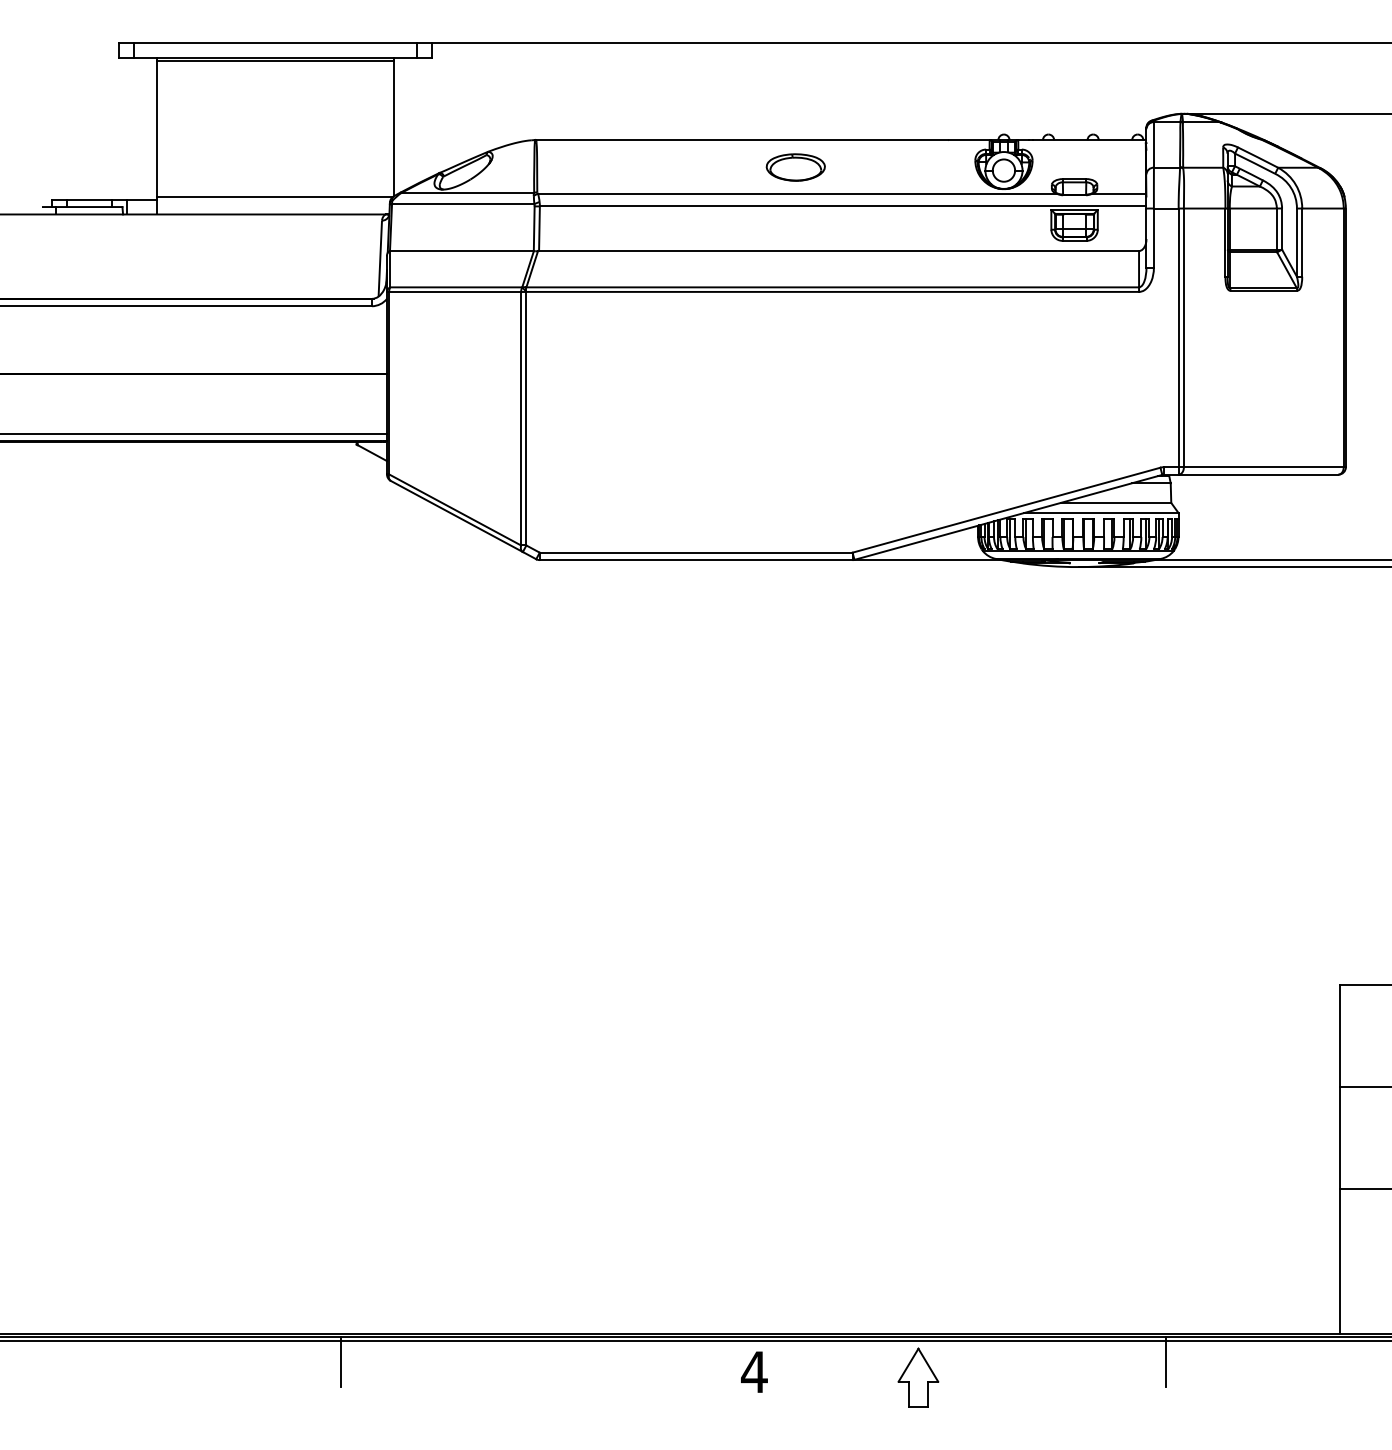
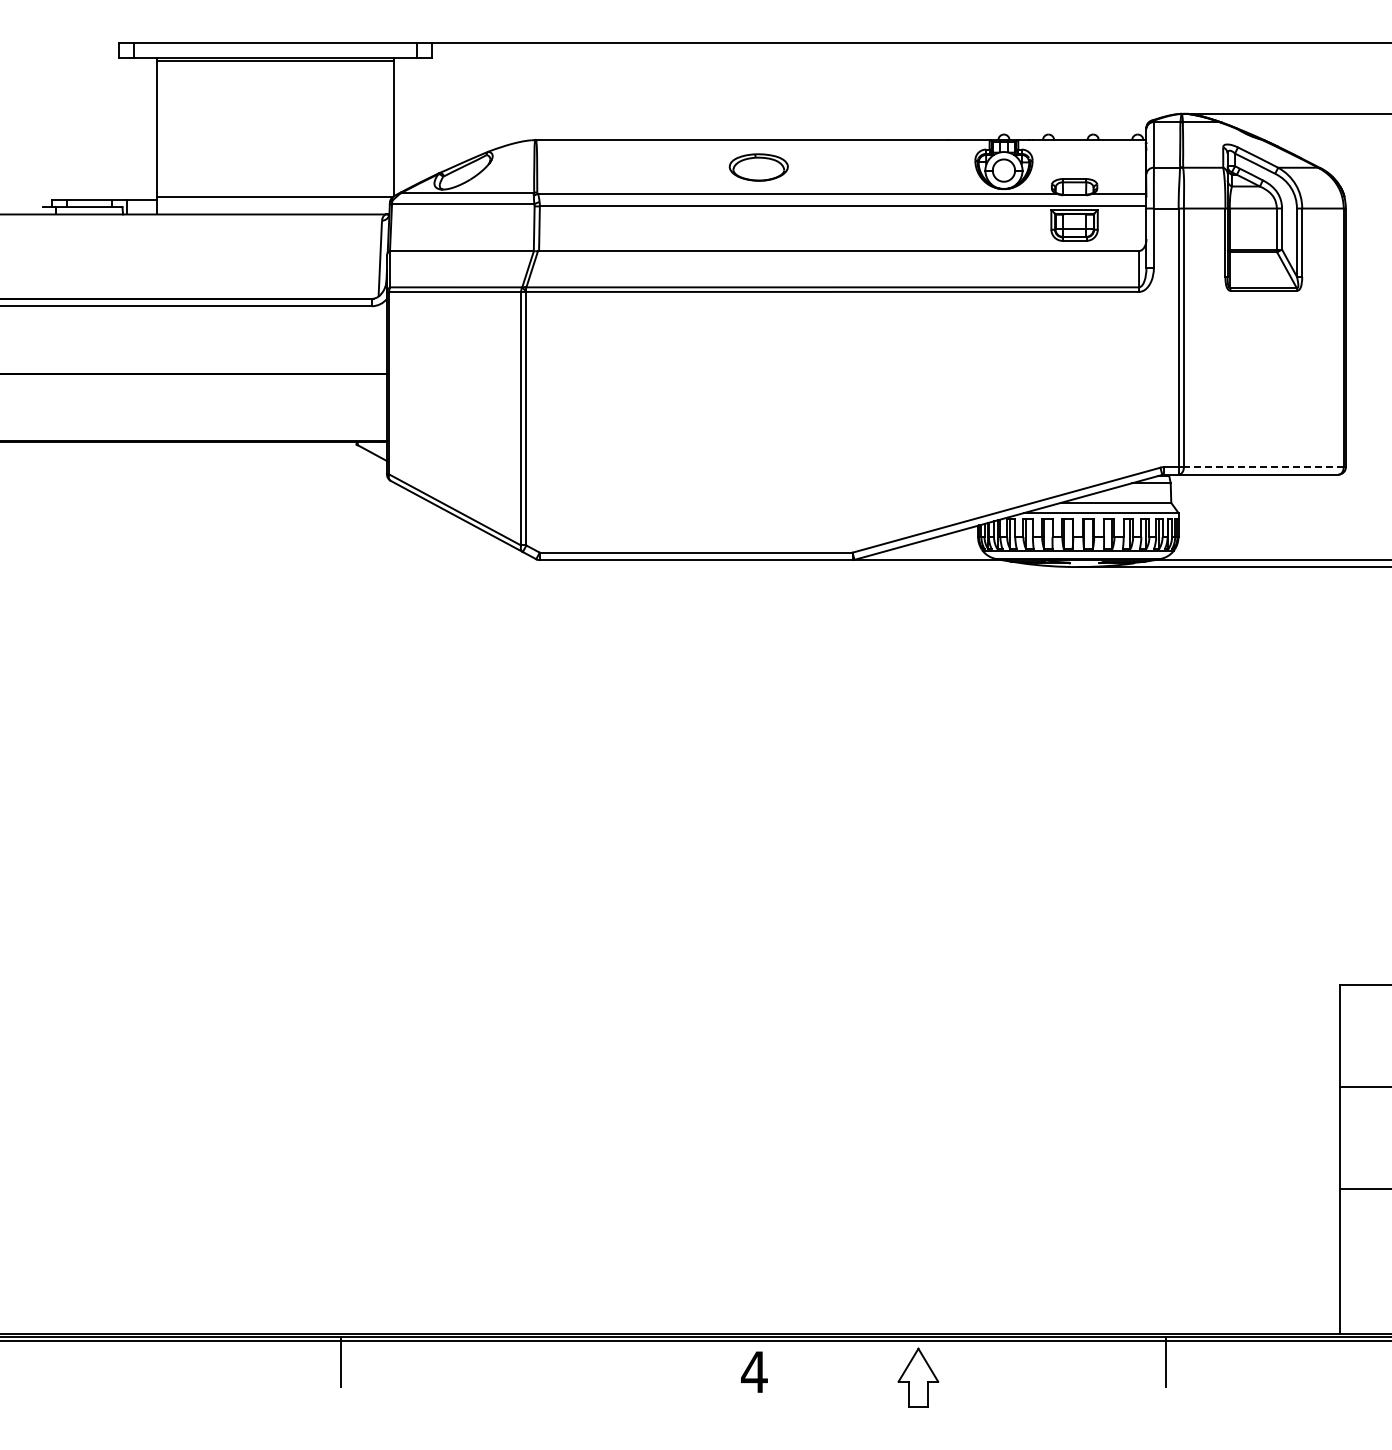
part at (795, 167) position: (795, 167) -> (758, 167)
line at (194, 434): present -> none
line at (1263, 467): solid -> dashed
